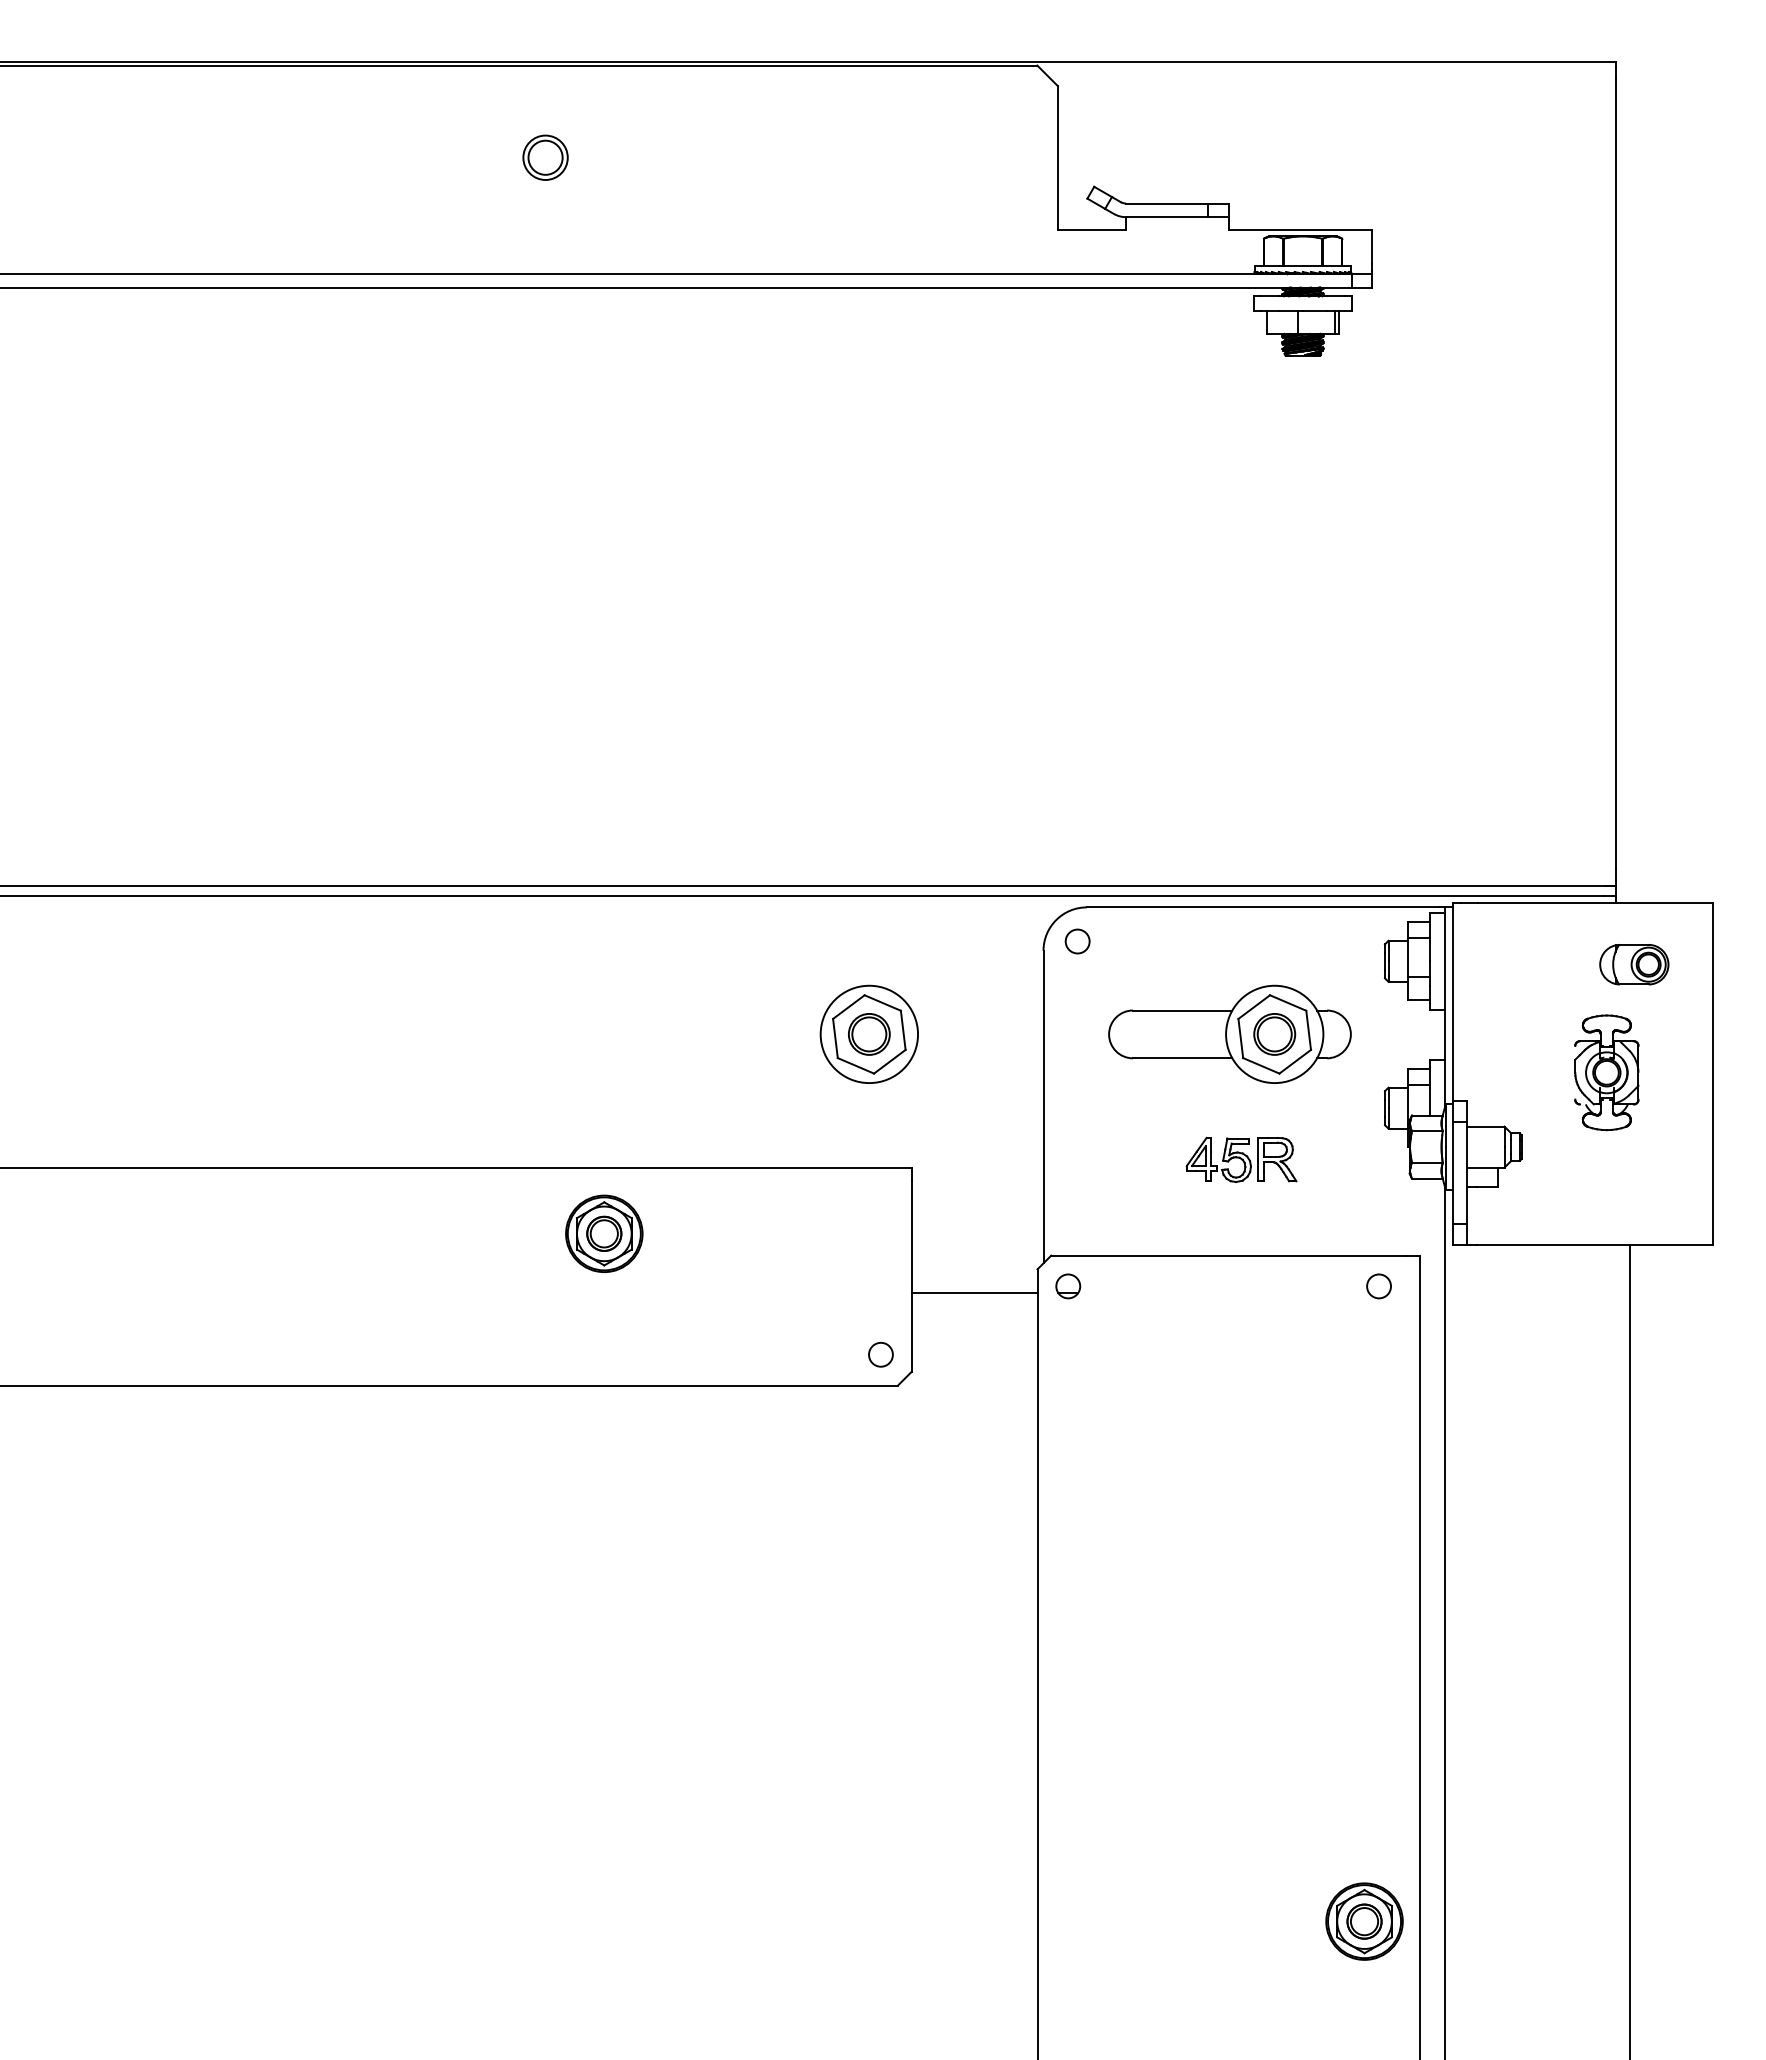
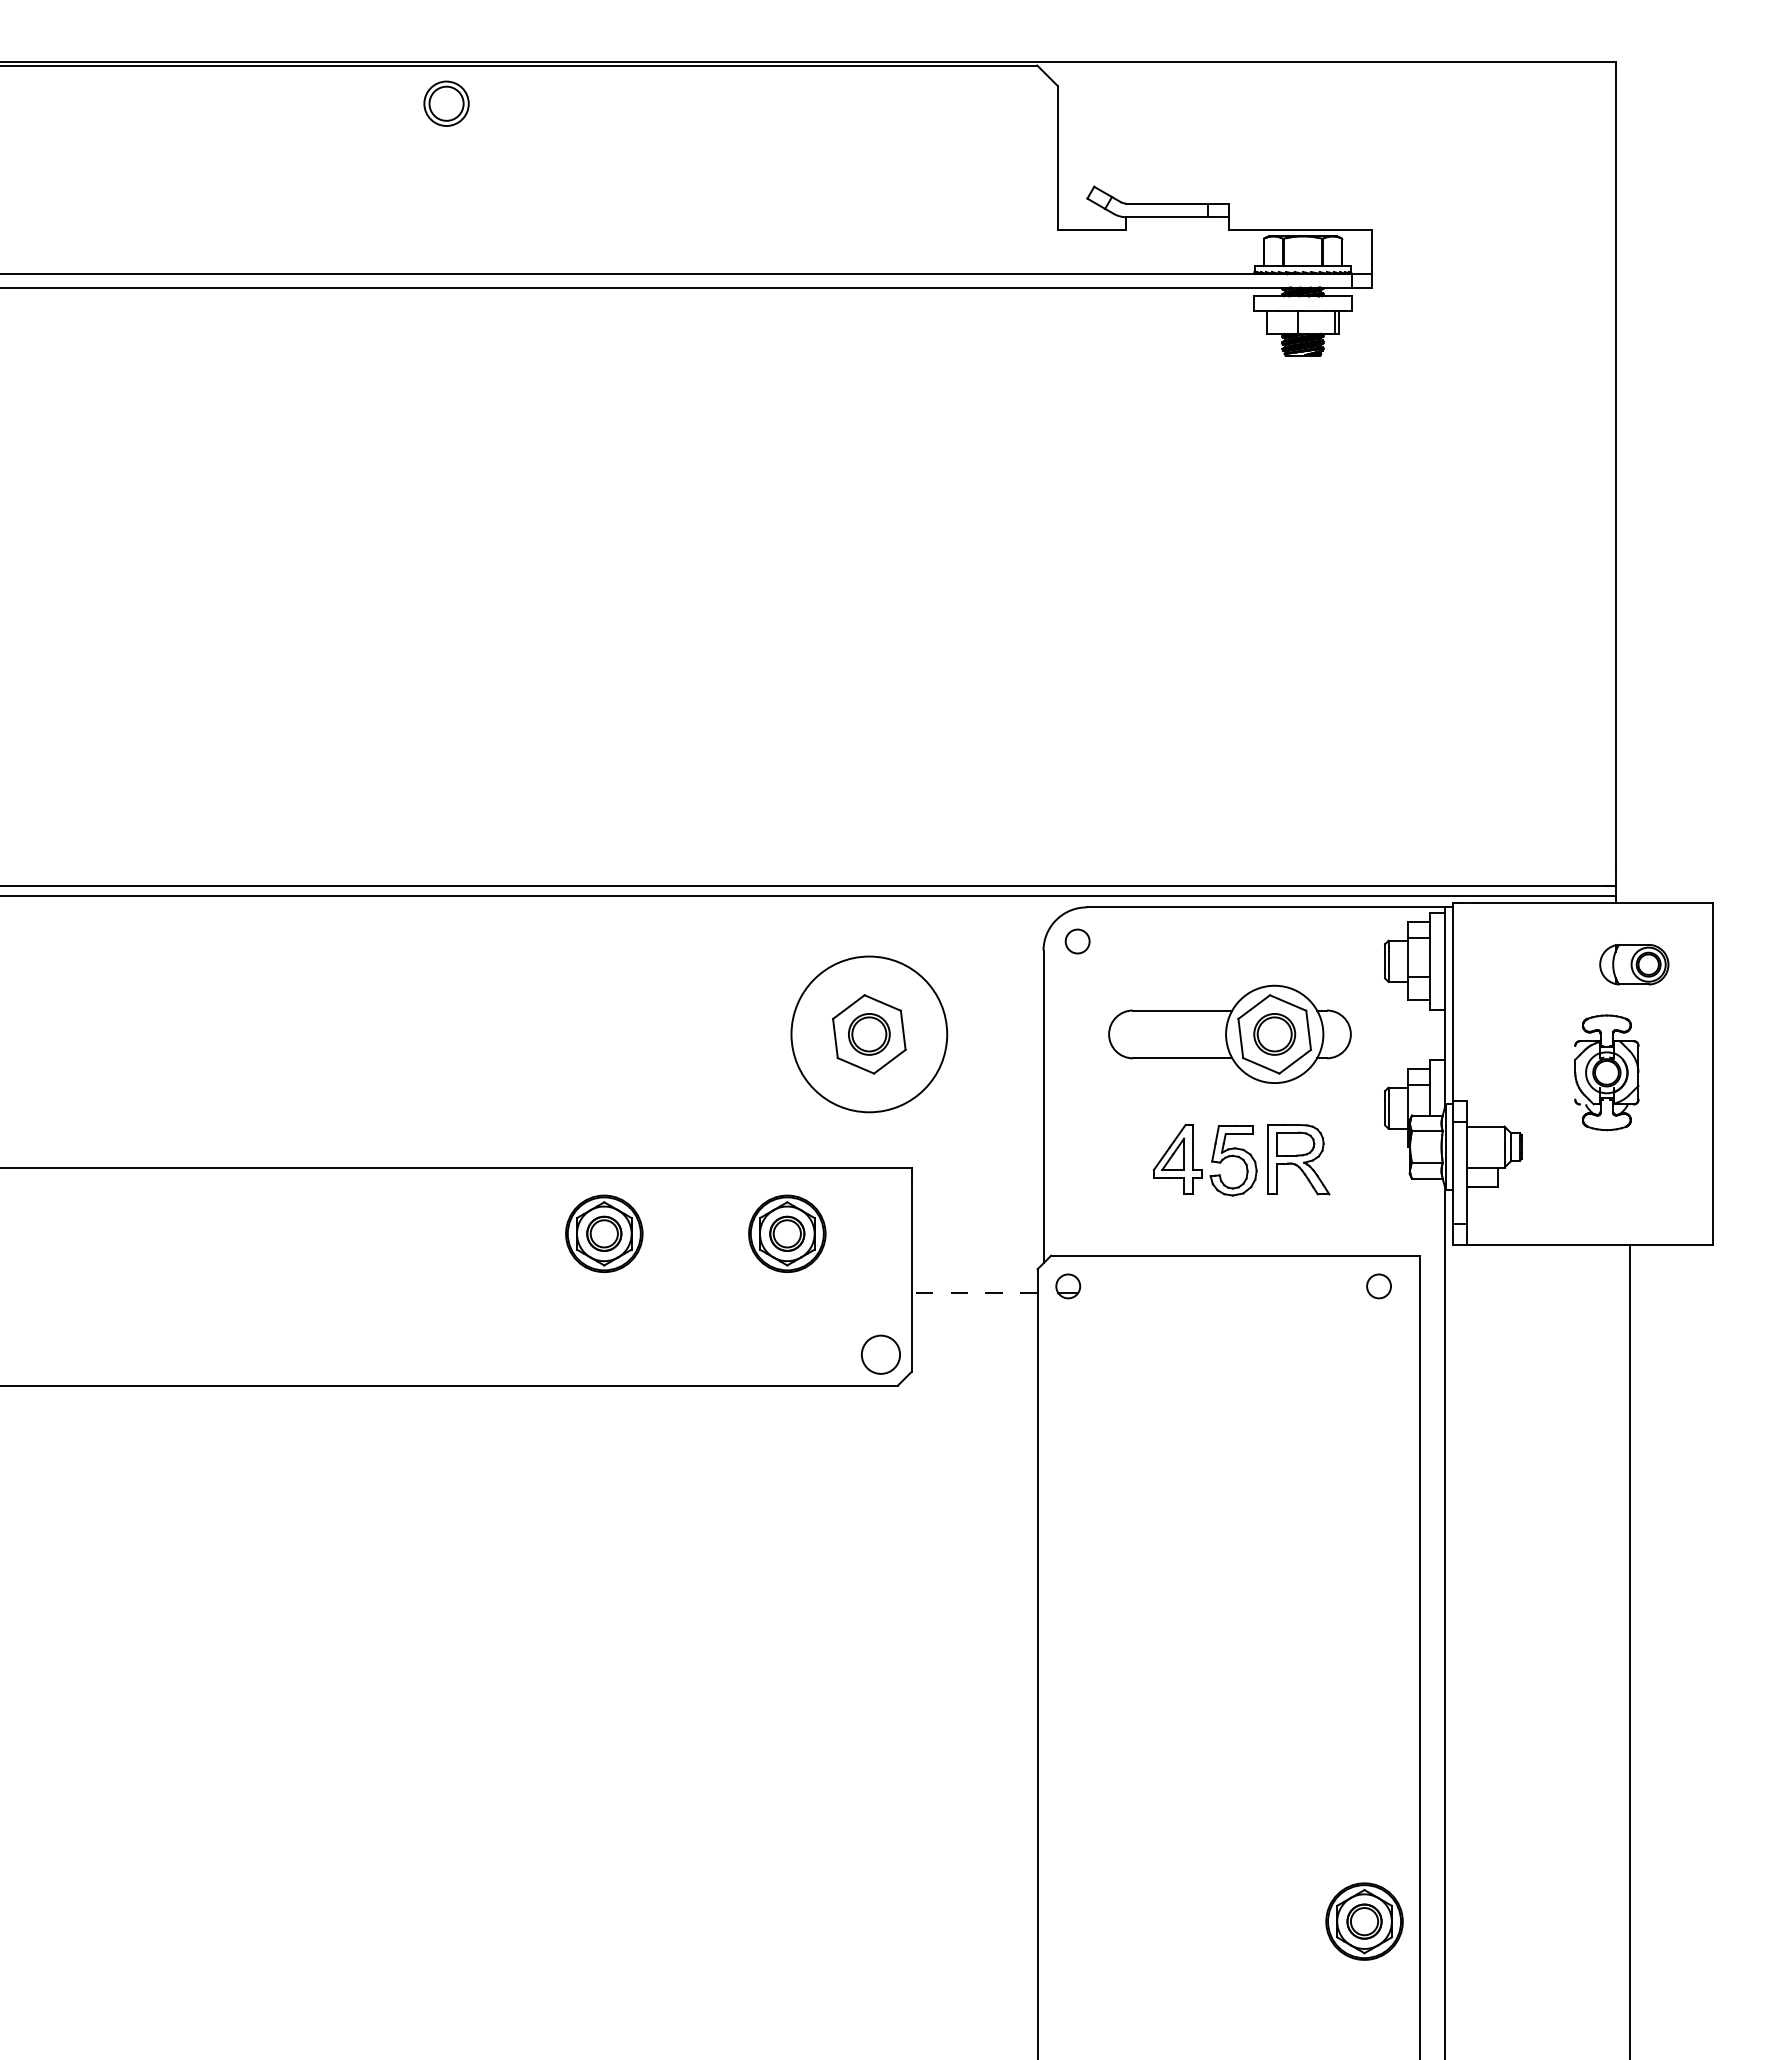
part at (545, 157) position: (545, 157) -> (446, 103)
circle at (869, 1034) diameter: 97 px -> 156 px
part at (1241, 1159) size: 113x47 px -> 178x74 px
part at (787, 1233): none -> present
line at (974, 1293): solid -> dashed
circle at (880, 1354) diameter: 24 px -> 38 px
